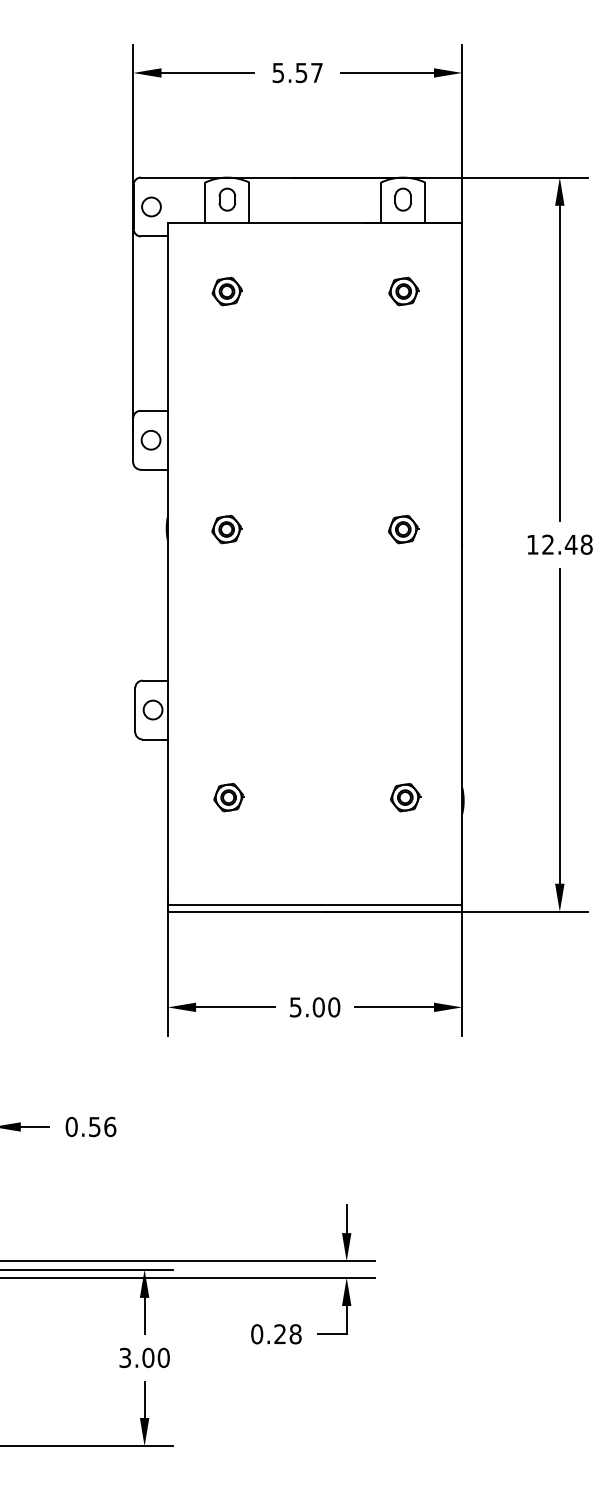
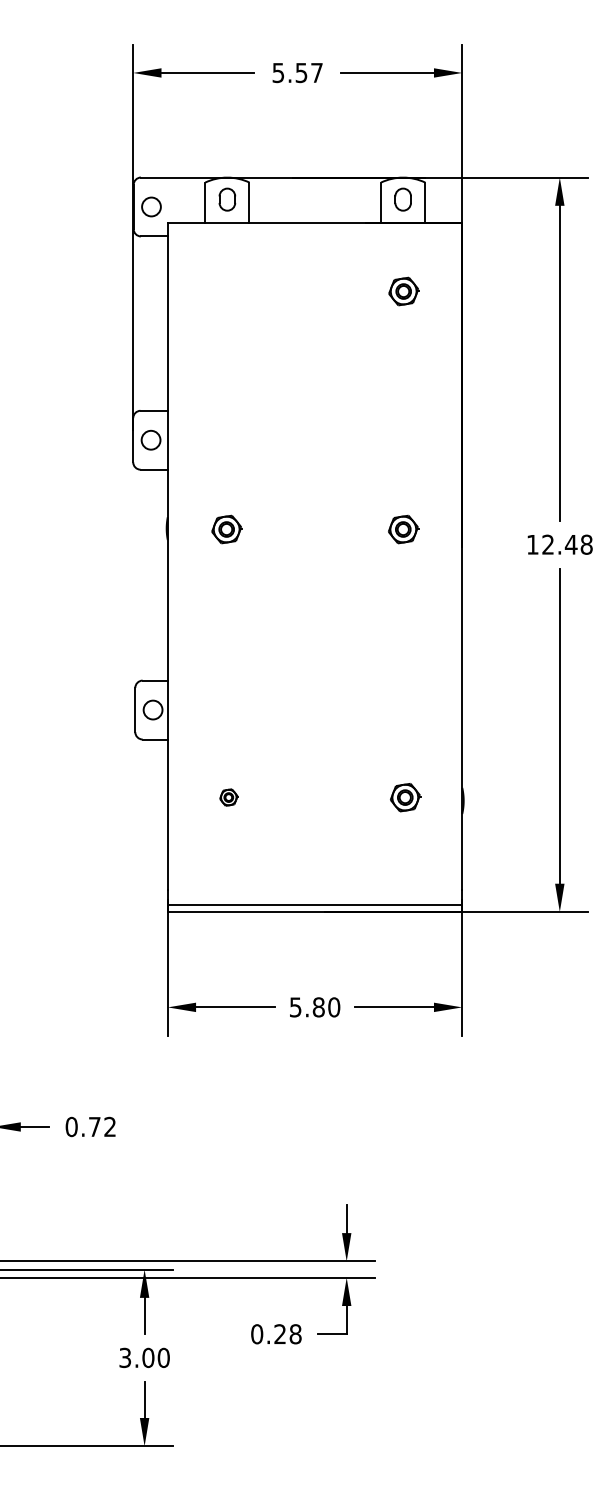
part at (226, 291): present -> none
part at (228, 797) size: 32x31 px -> 20x19 px
text at (318, 1007): 5.00 -> 5.80
text at (102, 1126): 0.56 -> 0.72
